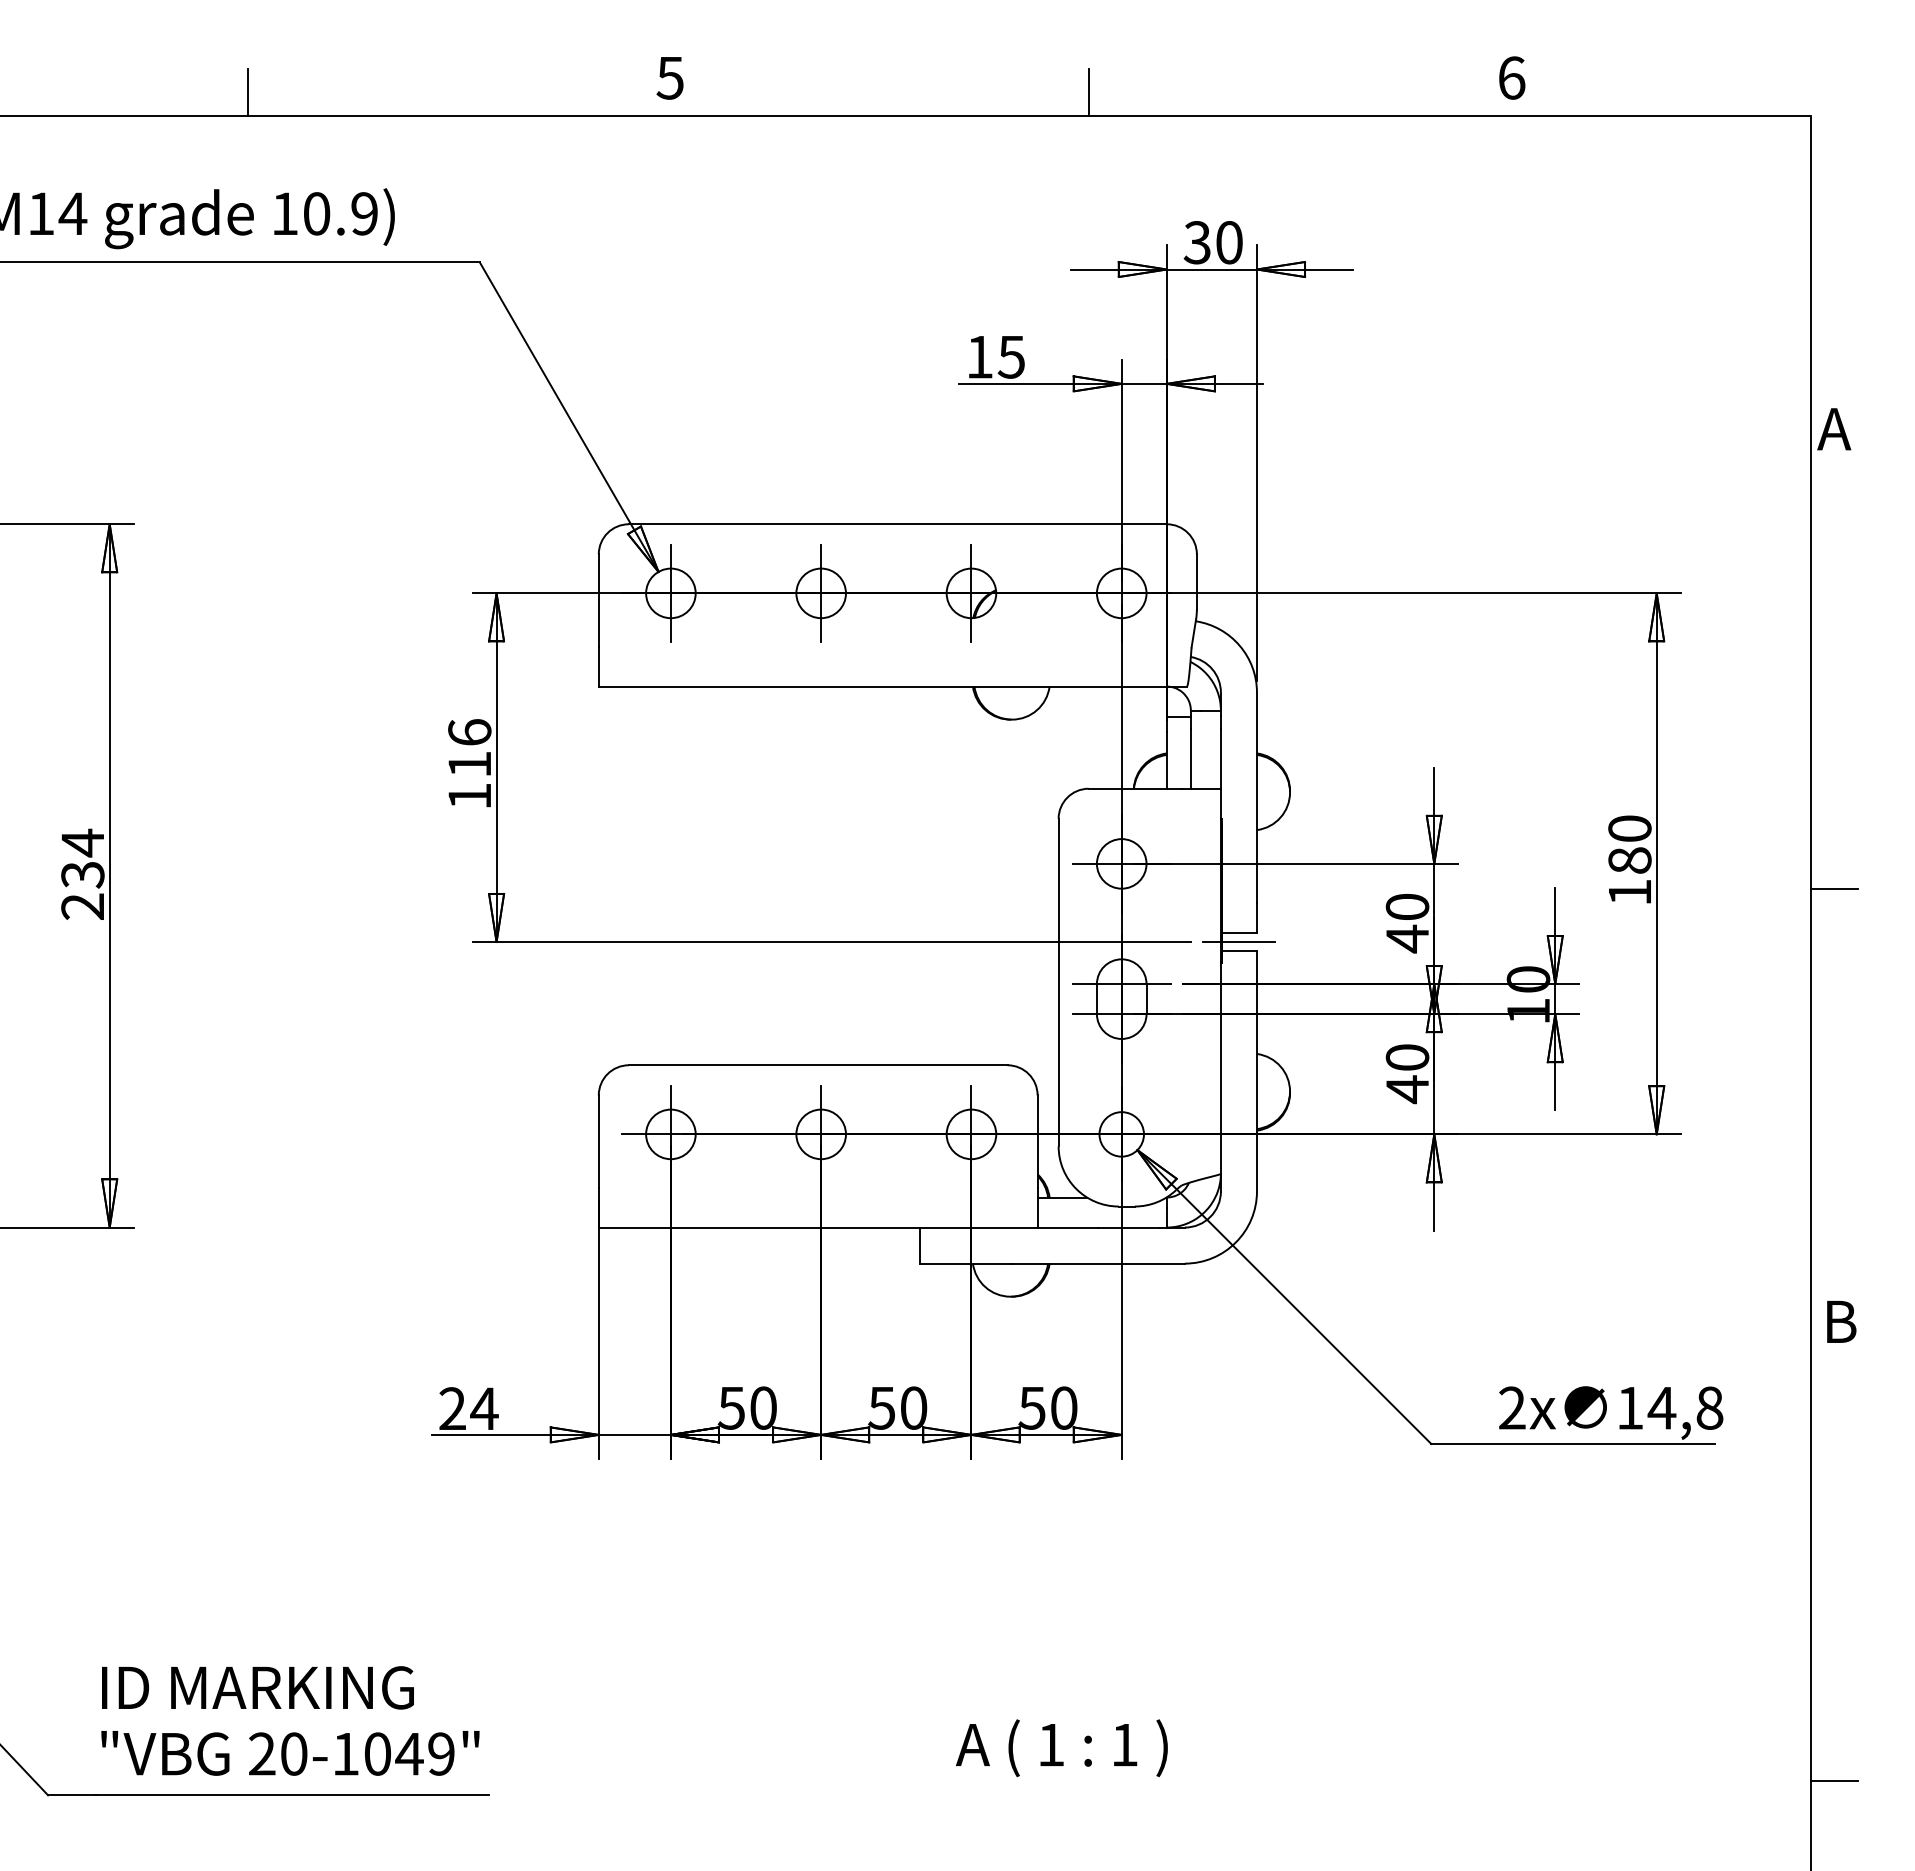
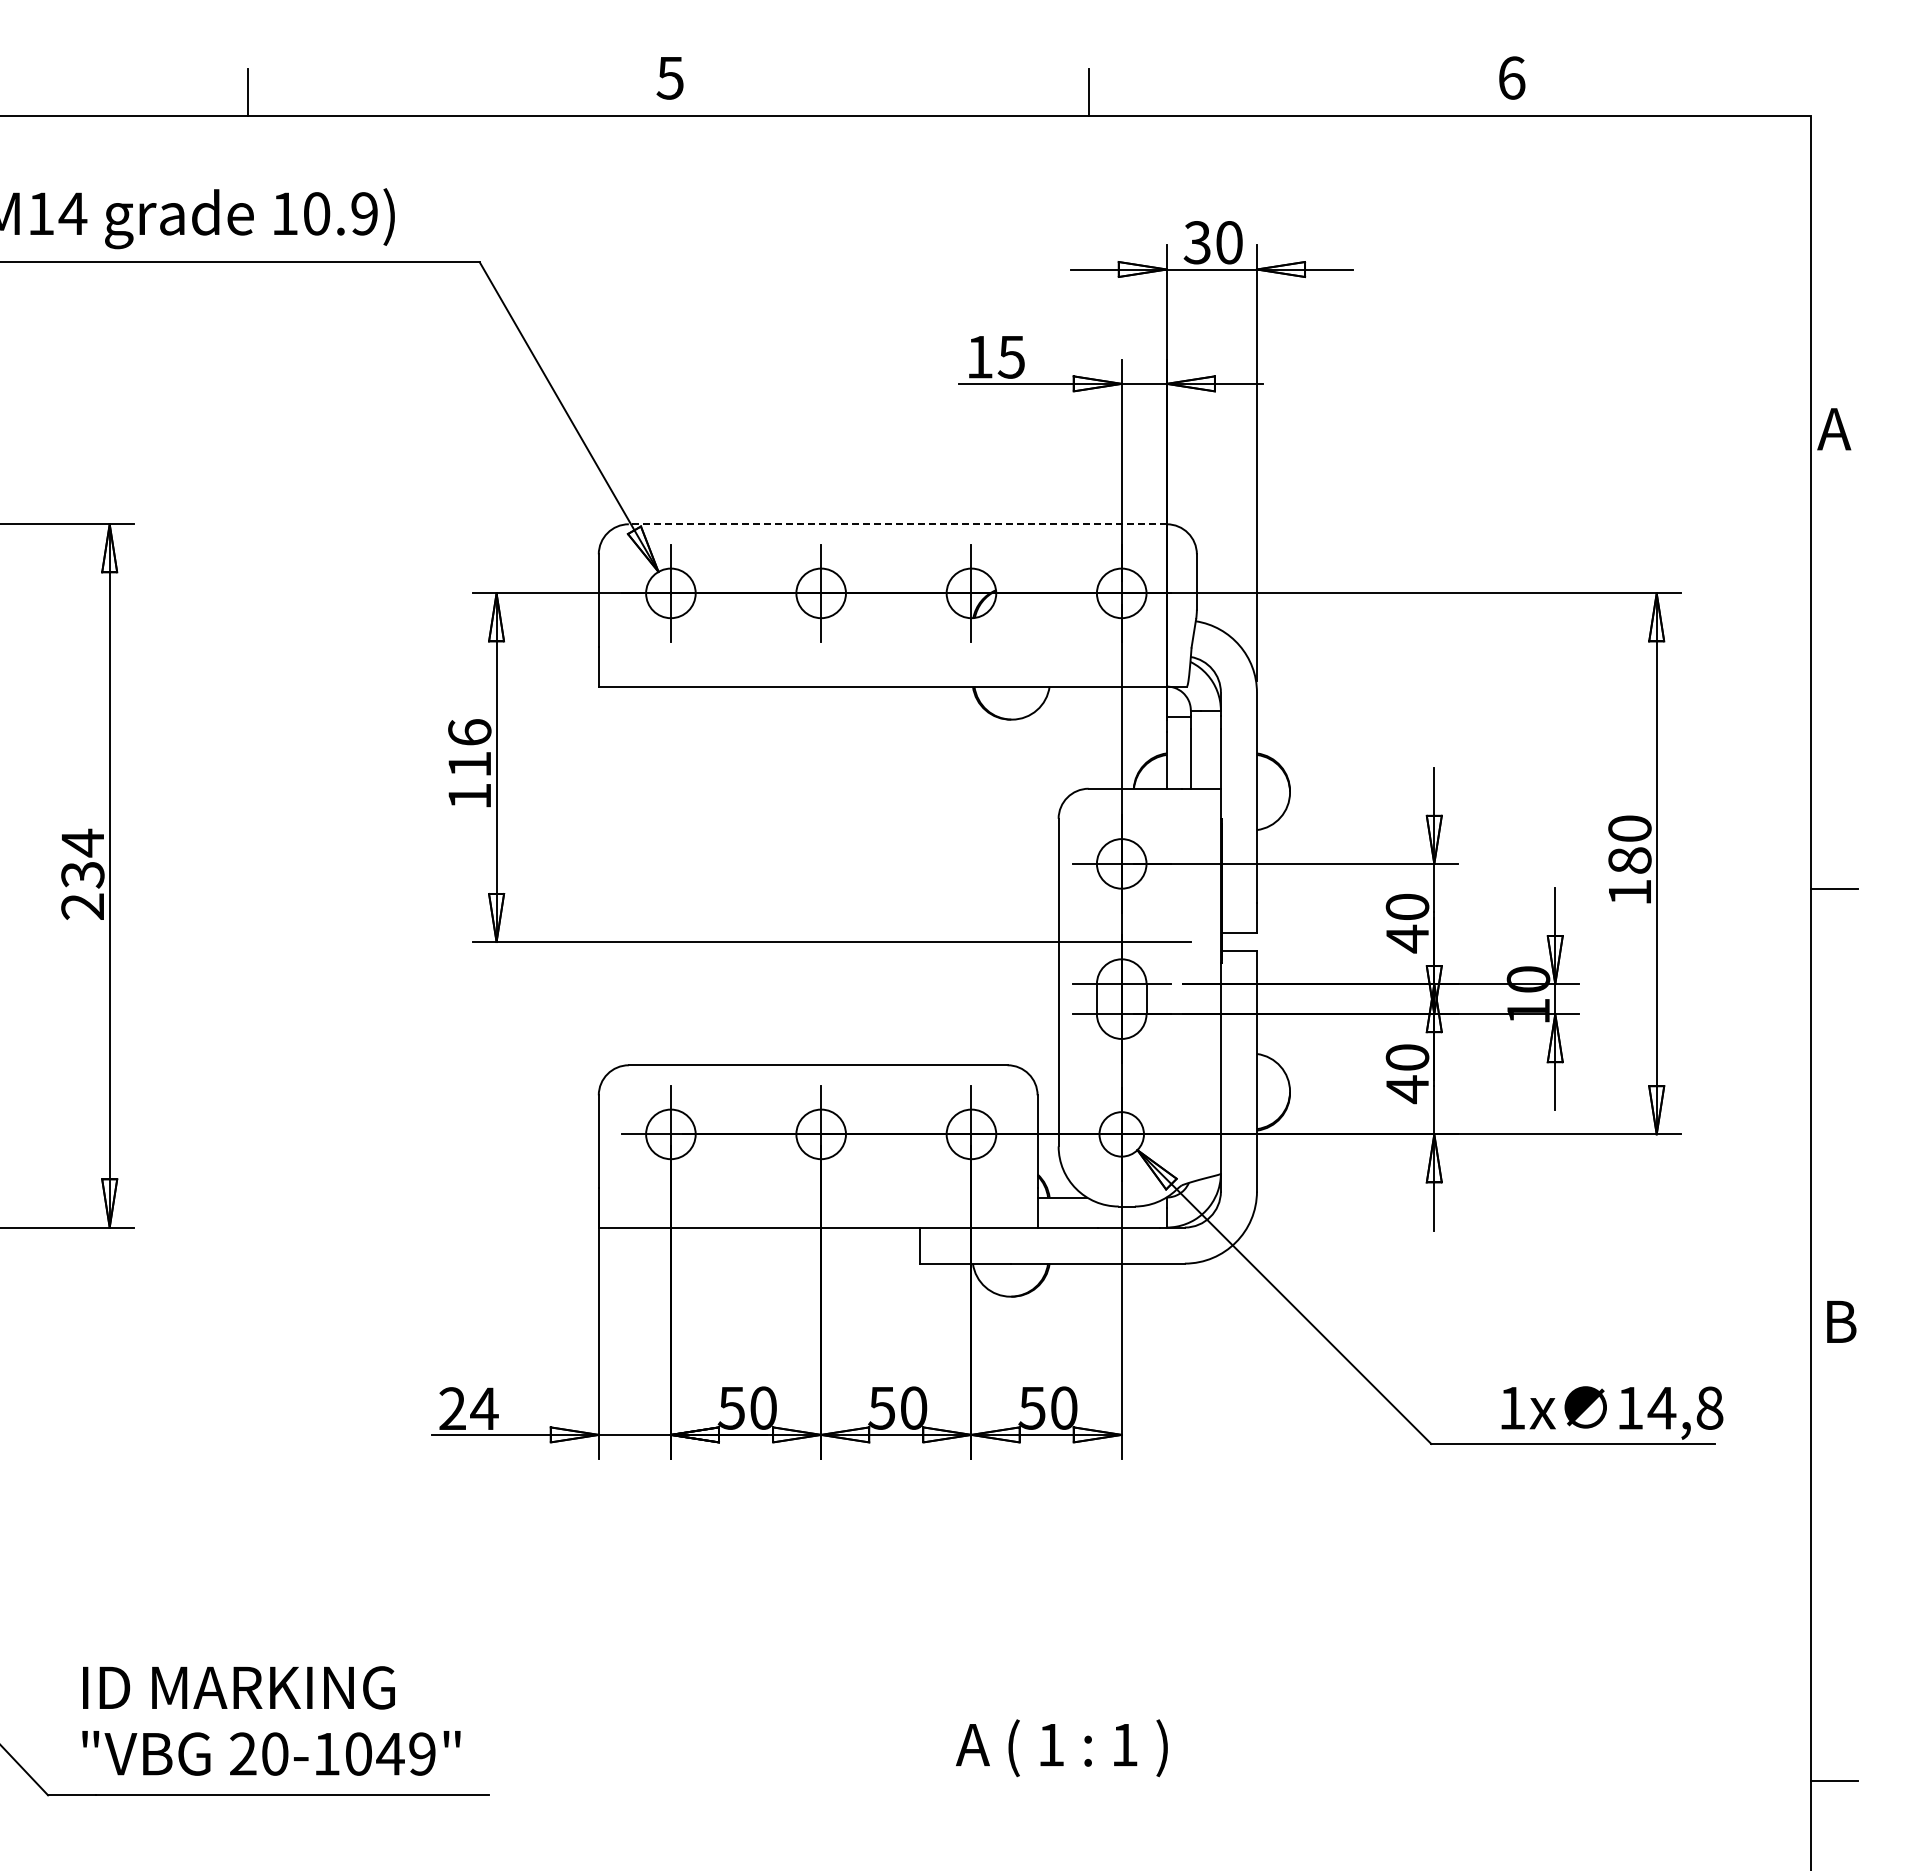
line at (897, 524): solid -> dashed
line at (1238, 942): present -> none
text at (1512, 1407): 2x -> 1x
text at (290, 1720) position: (290, 1720) -> (271, 1720)
